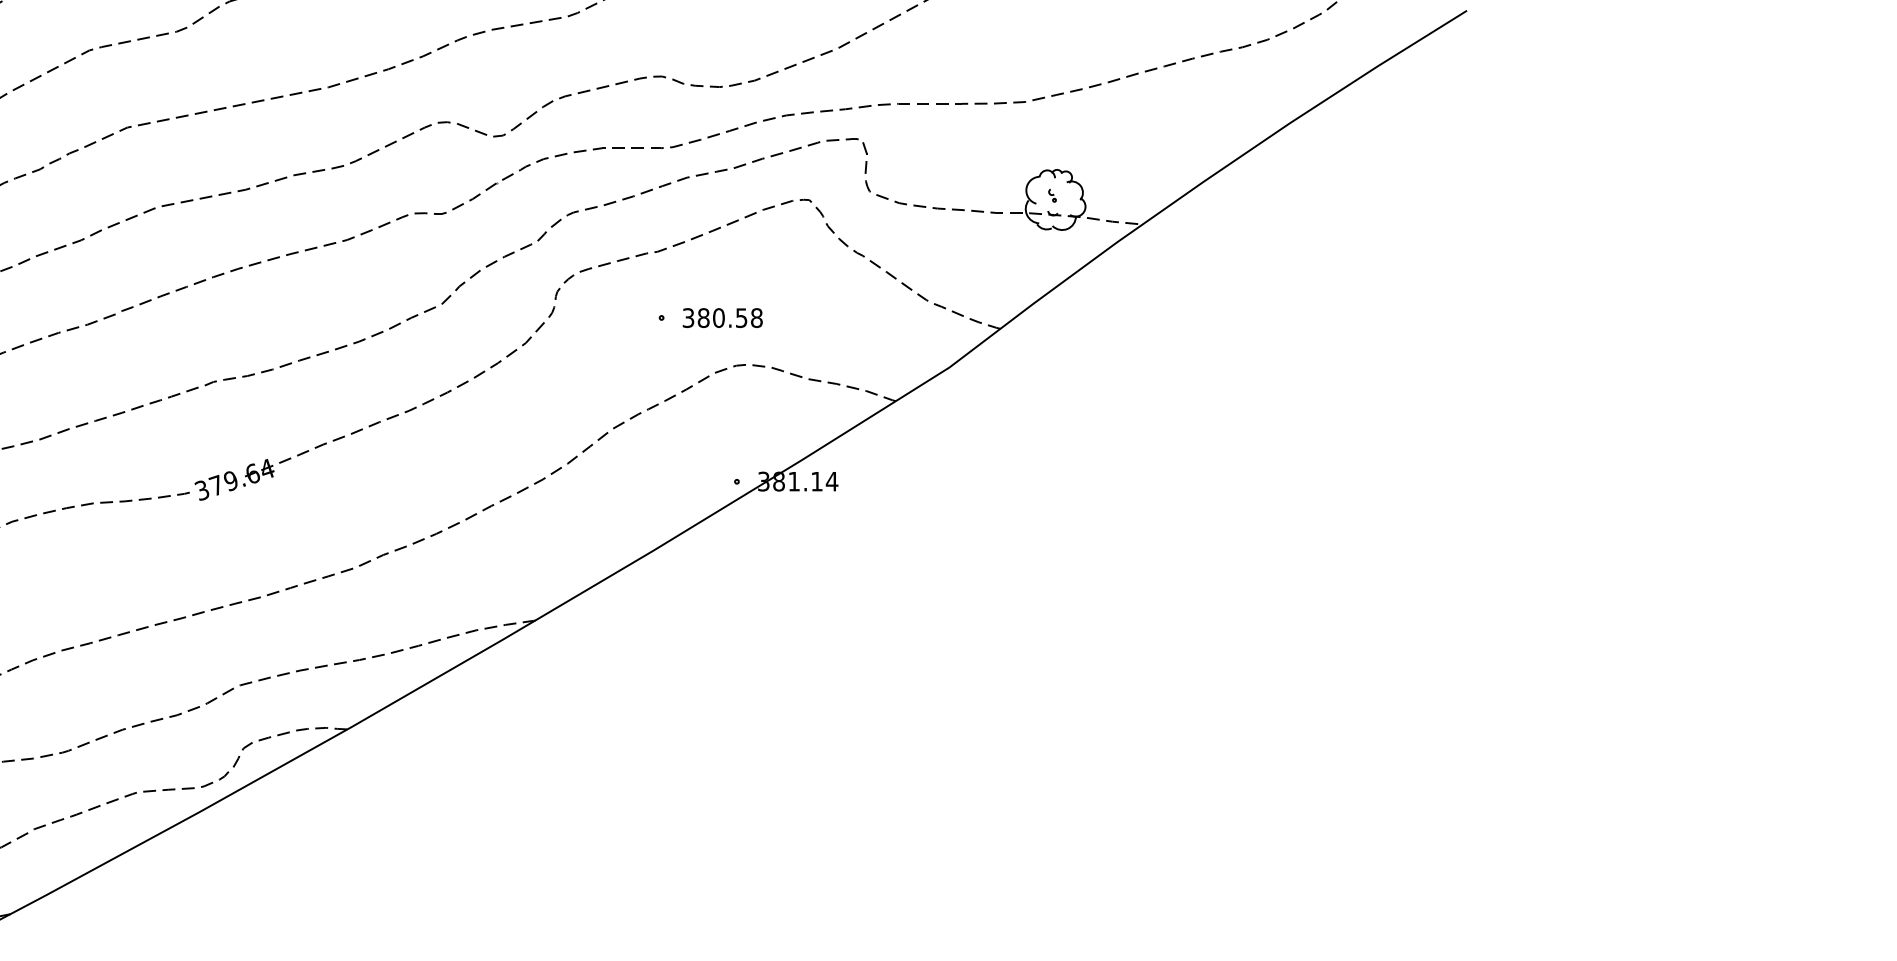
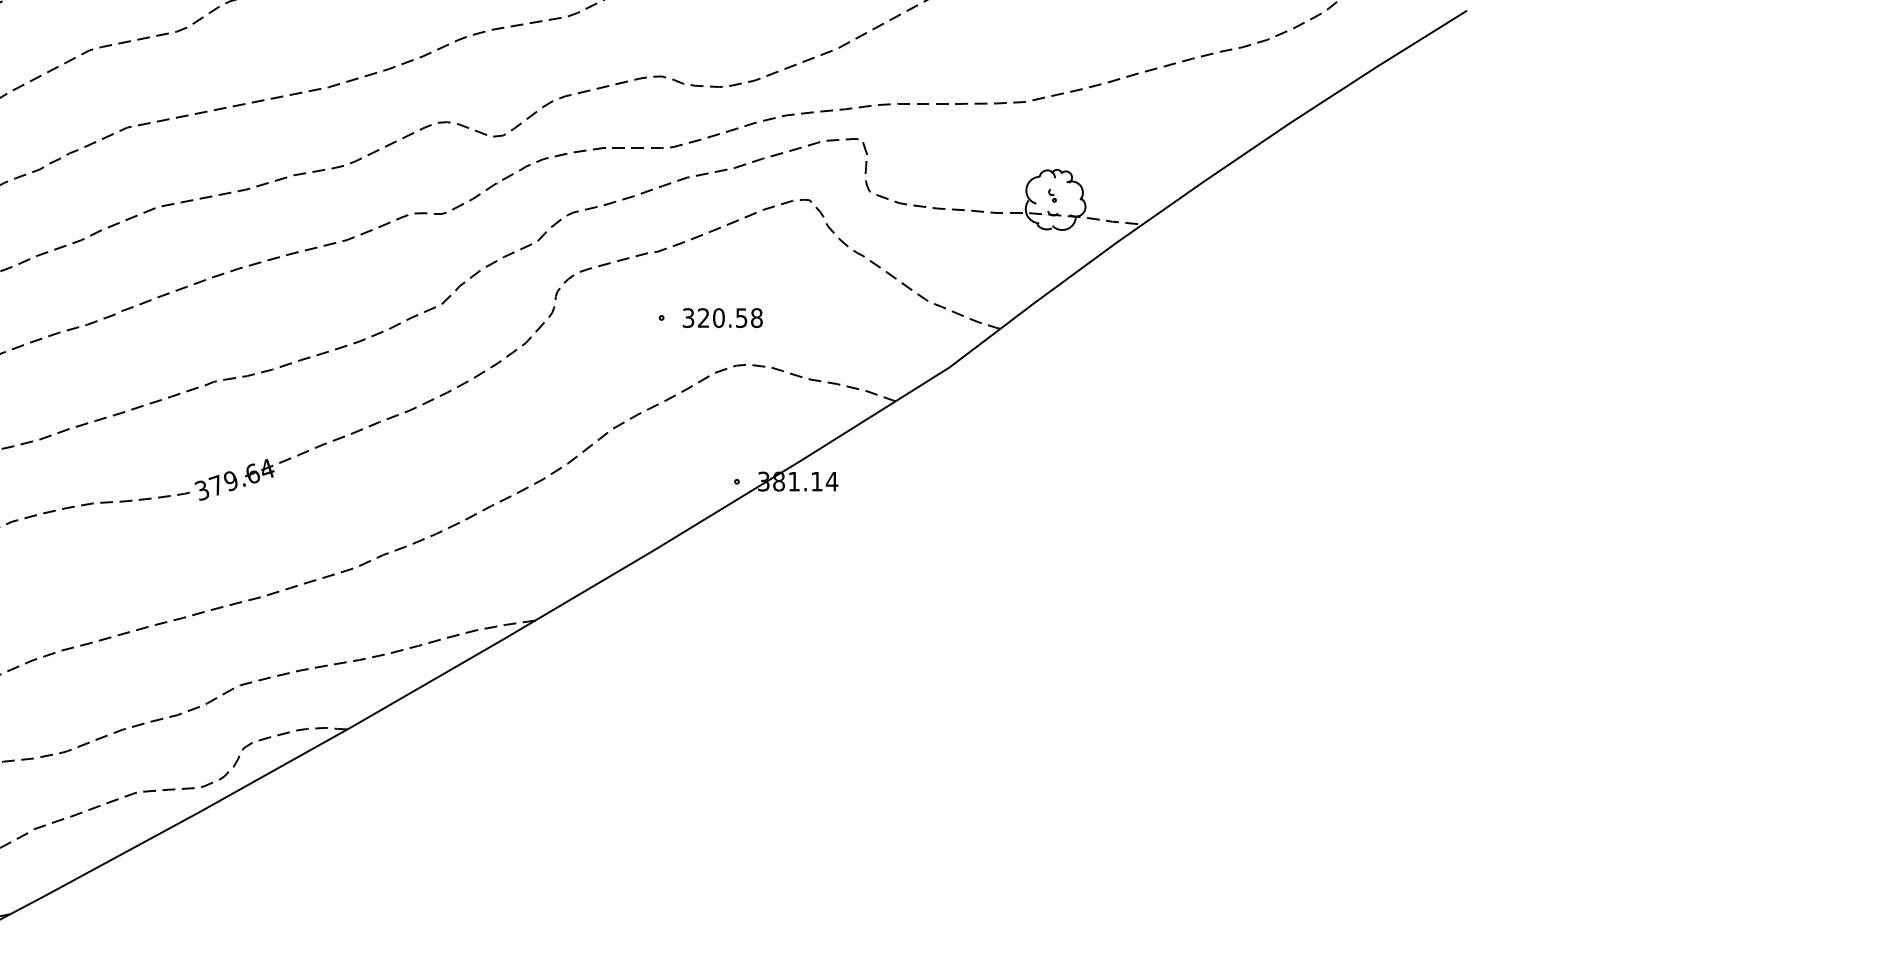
text at (703, 318): 380.58 -> 320.58
